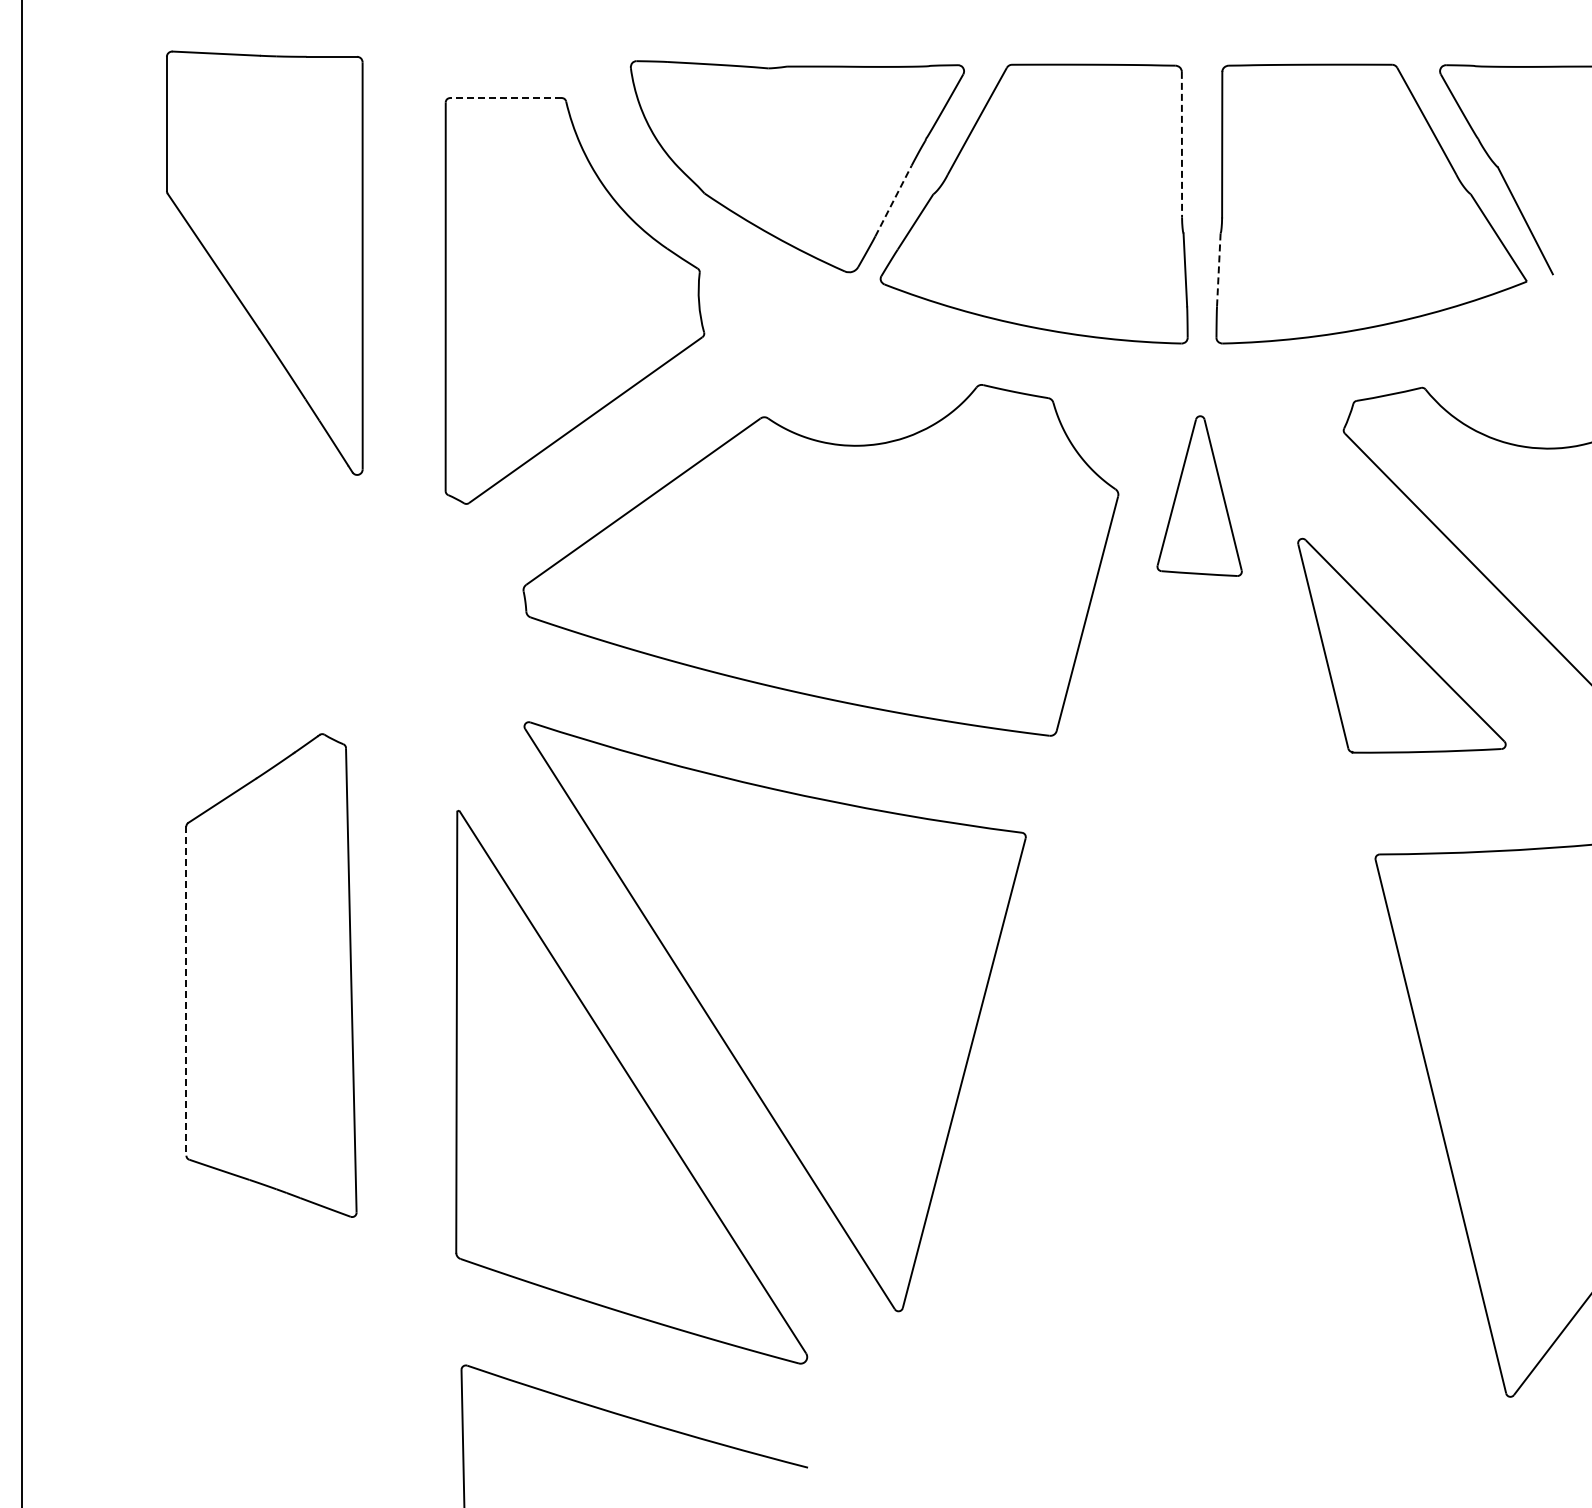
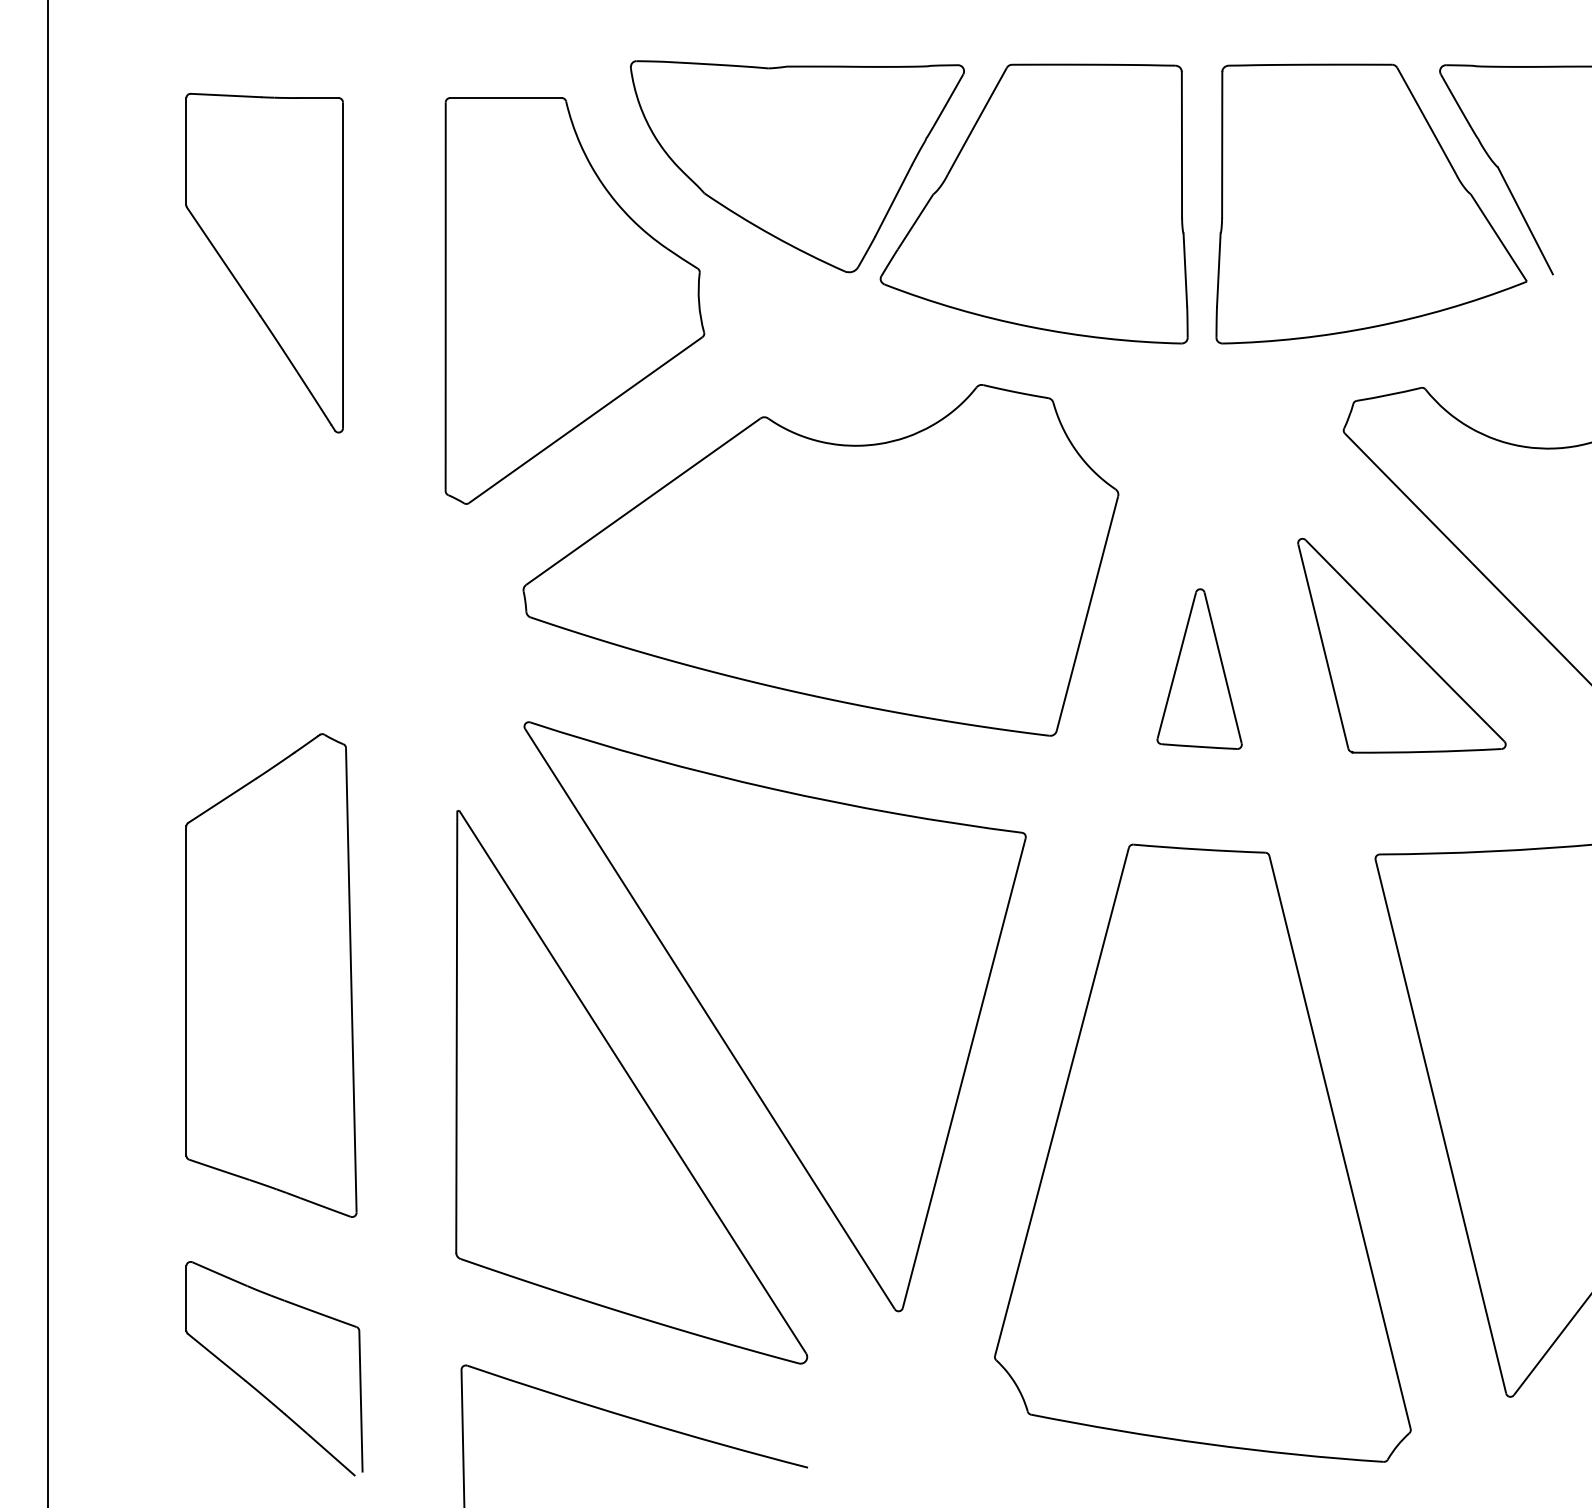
line at (506, 98): dashed -> solid
line at (1181, 144): dashed -> solid
line at (893, 201): dashed -> solid
part at (264, 262) size: 198x426 px -> 159x342 px
line at (1218, 269): dashed -> solid
part at (1199, 495) position: (1199, 495) -> (1199, 668)
line at (21, 753) position: (21, 753) -> (47, 753)
line at (186, 991): dashed -> solid
part at (1202, 1152): none -> present
part at (255, 1387): none -> present
